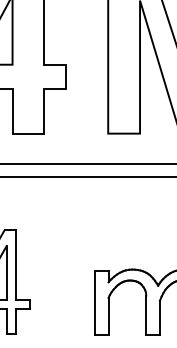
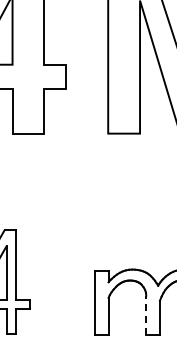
line at (87, 163): present -> none
line at (87, 177): present -> none
line at (146, 315): solid -> dashed
